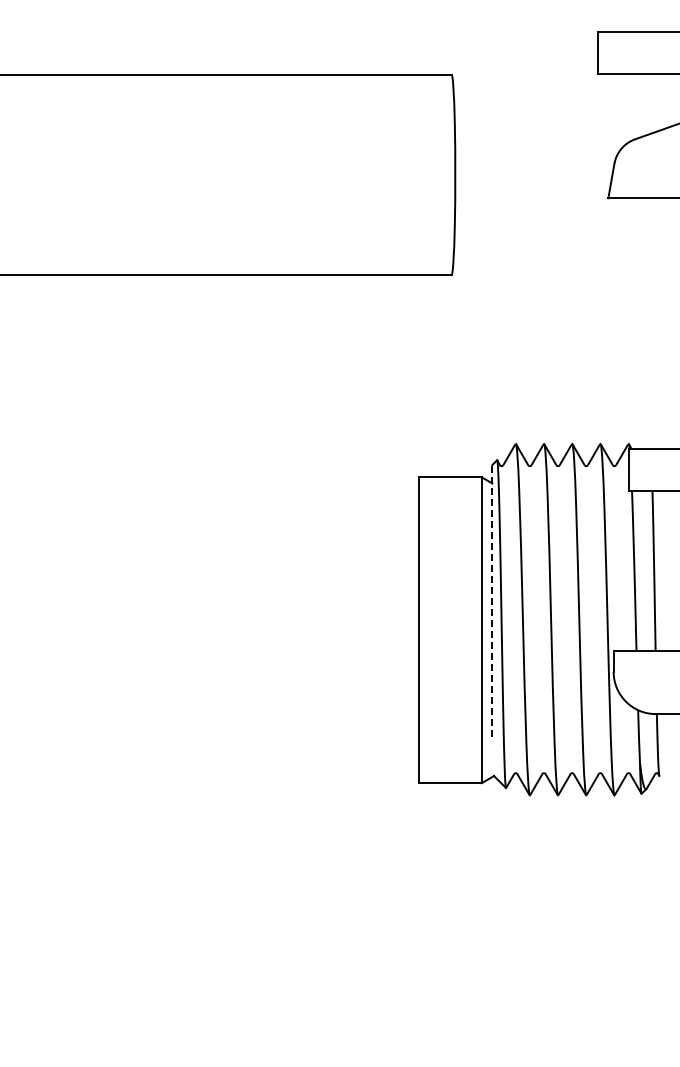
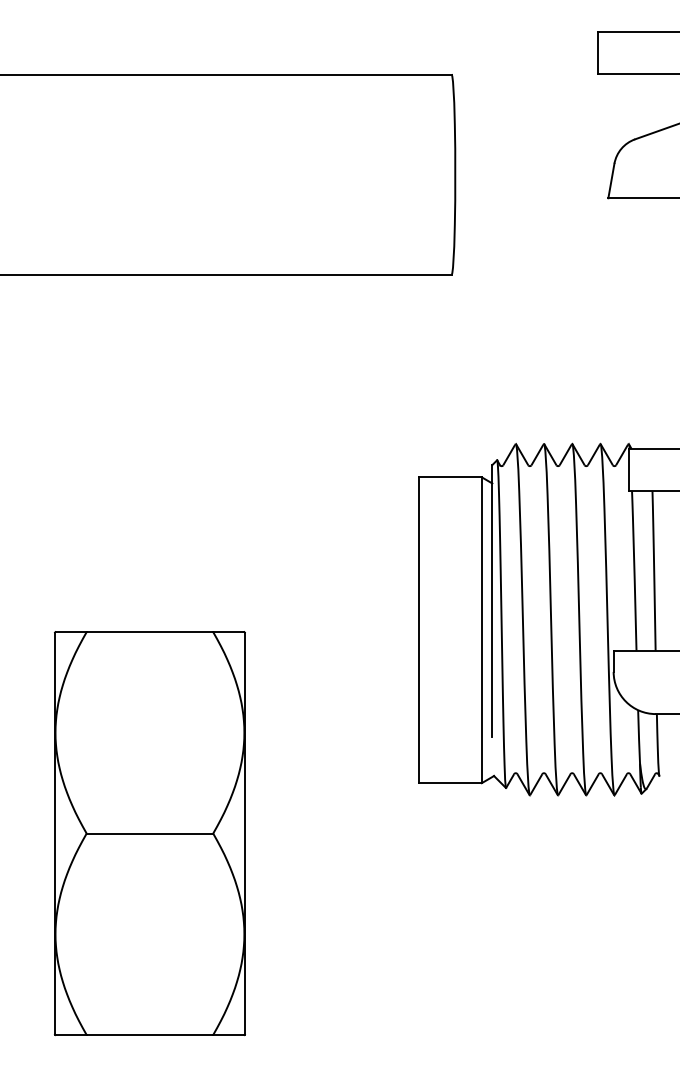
line at (492, 600): dashed -> solid
part at (149, 833): none -> present
